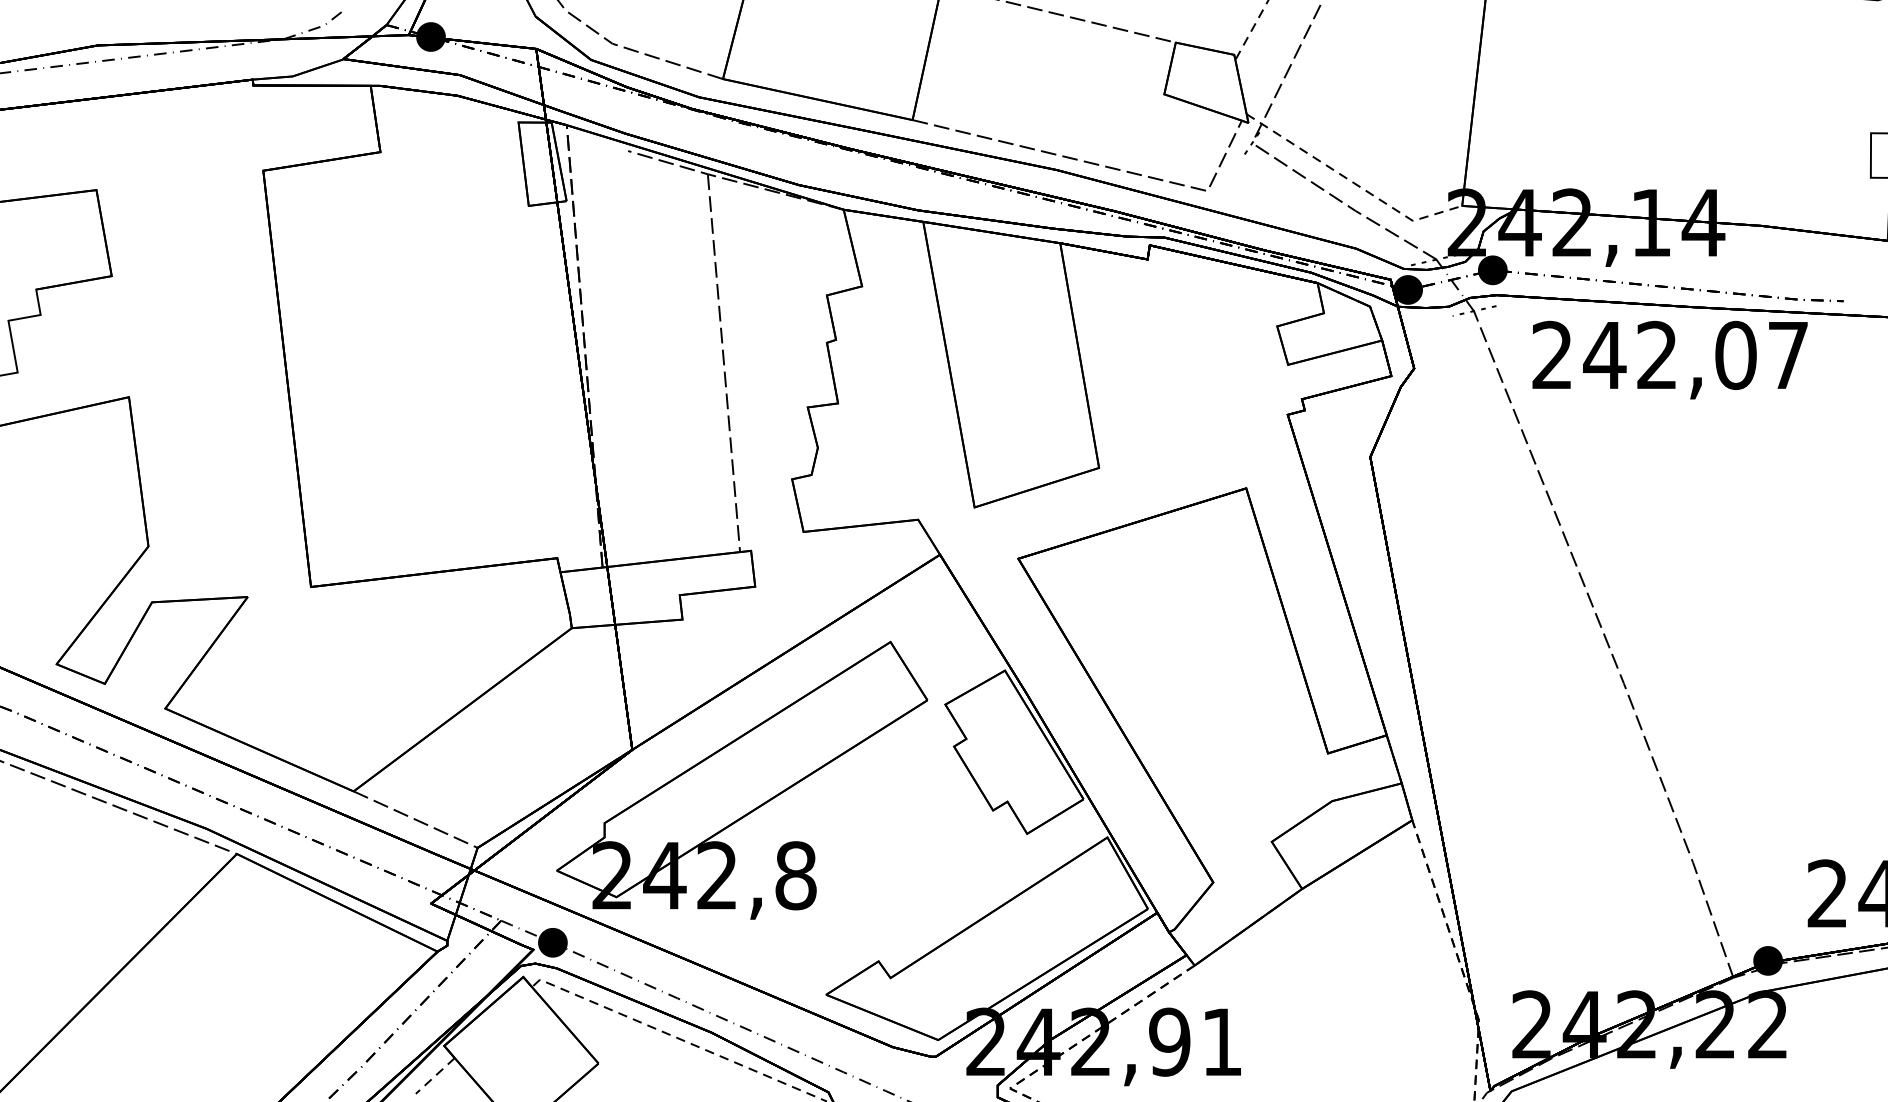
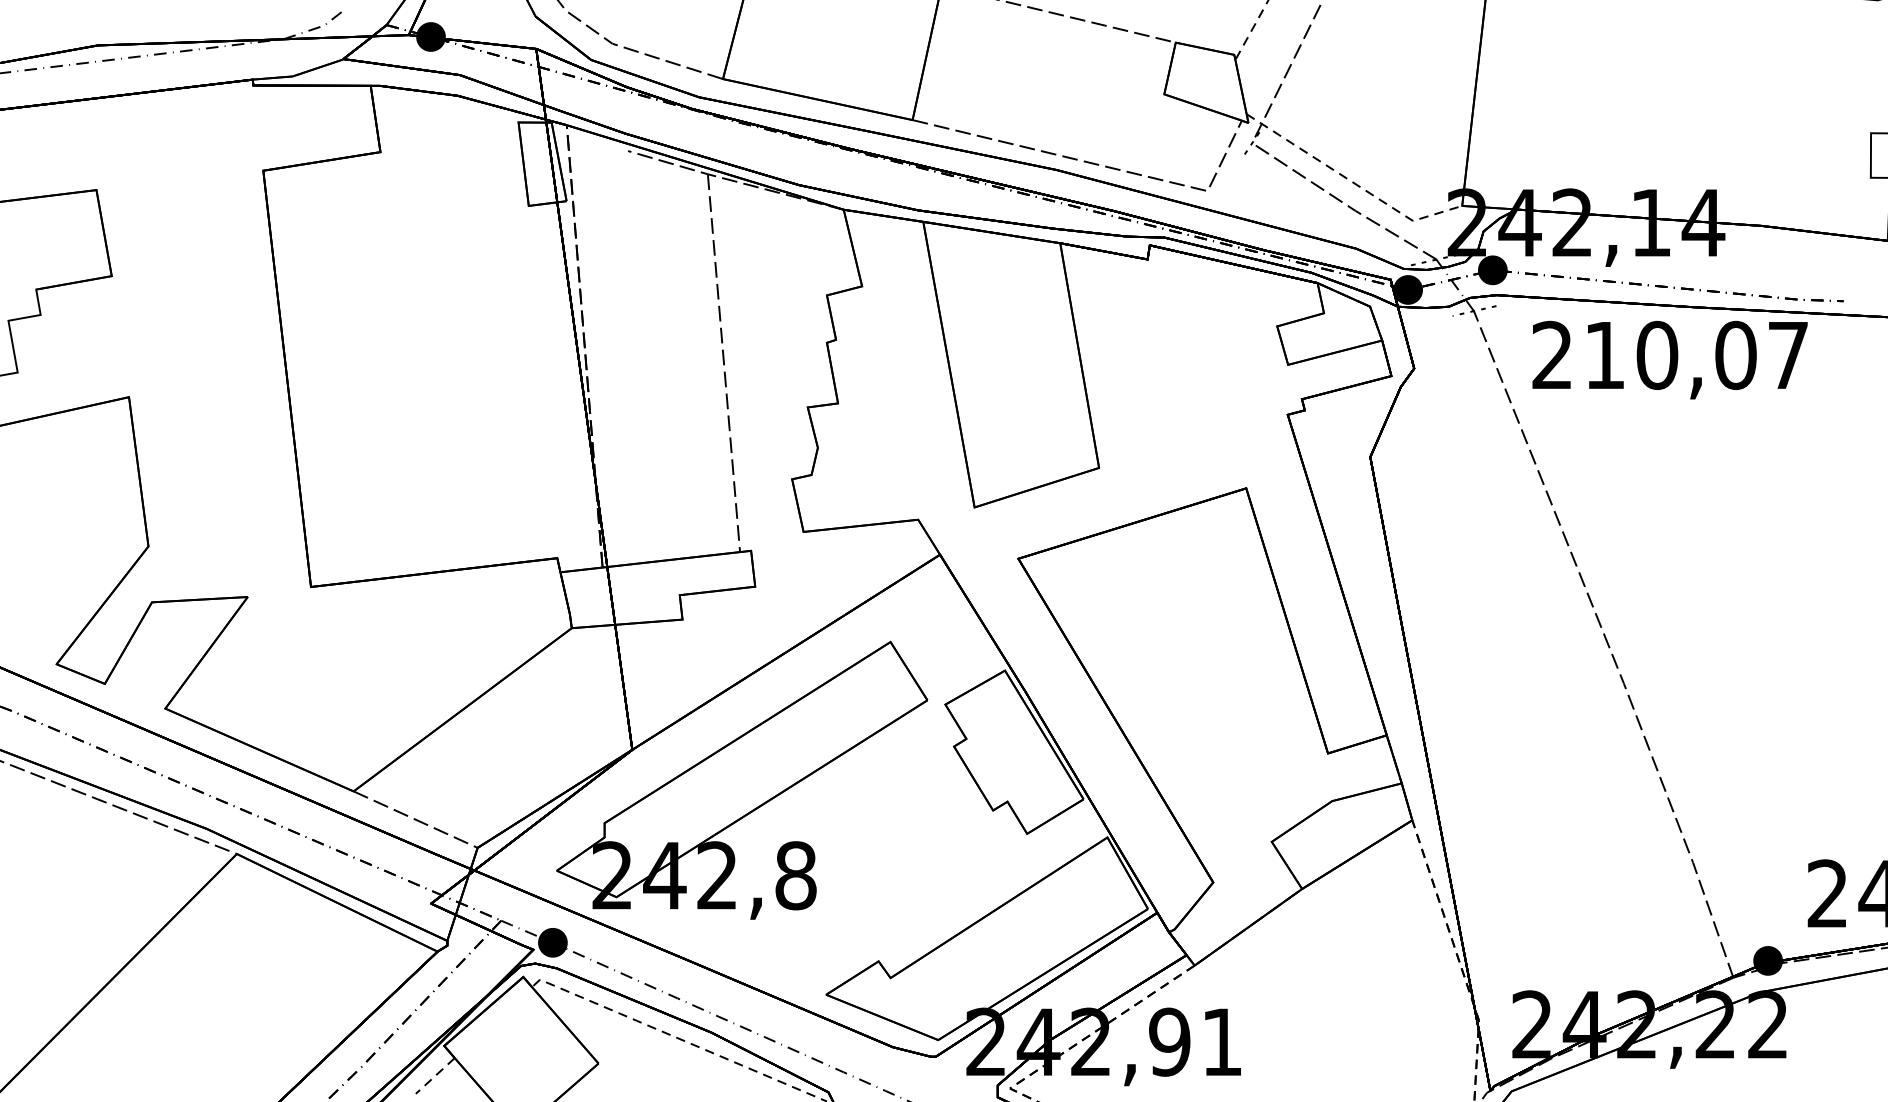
text at (1630, 355): 242,07 -> 210,07
